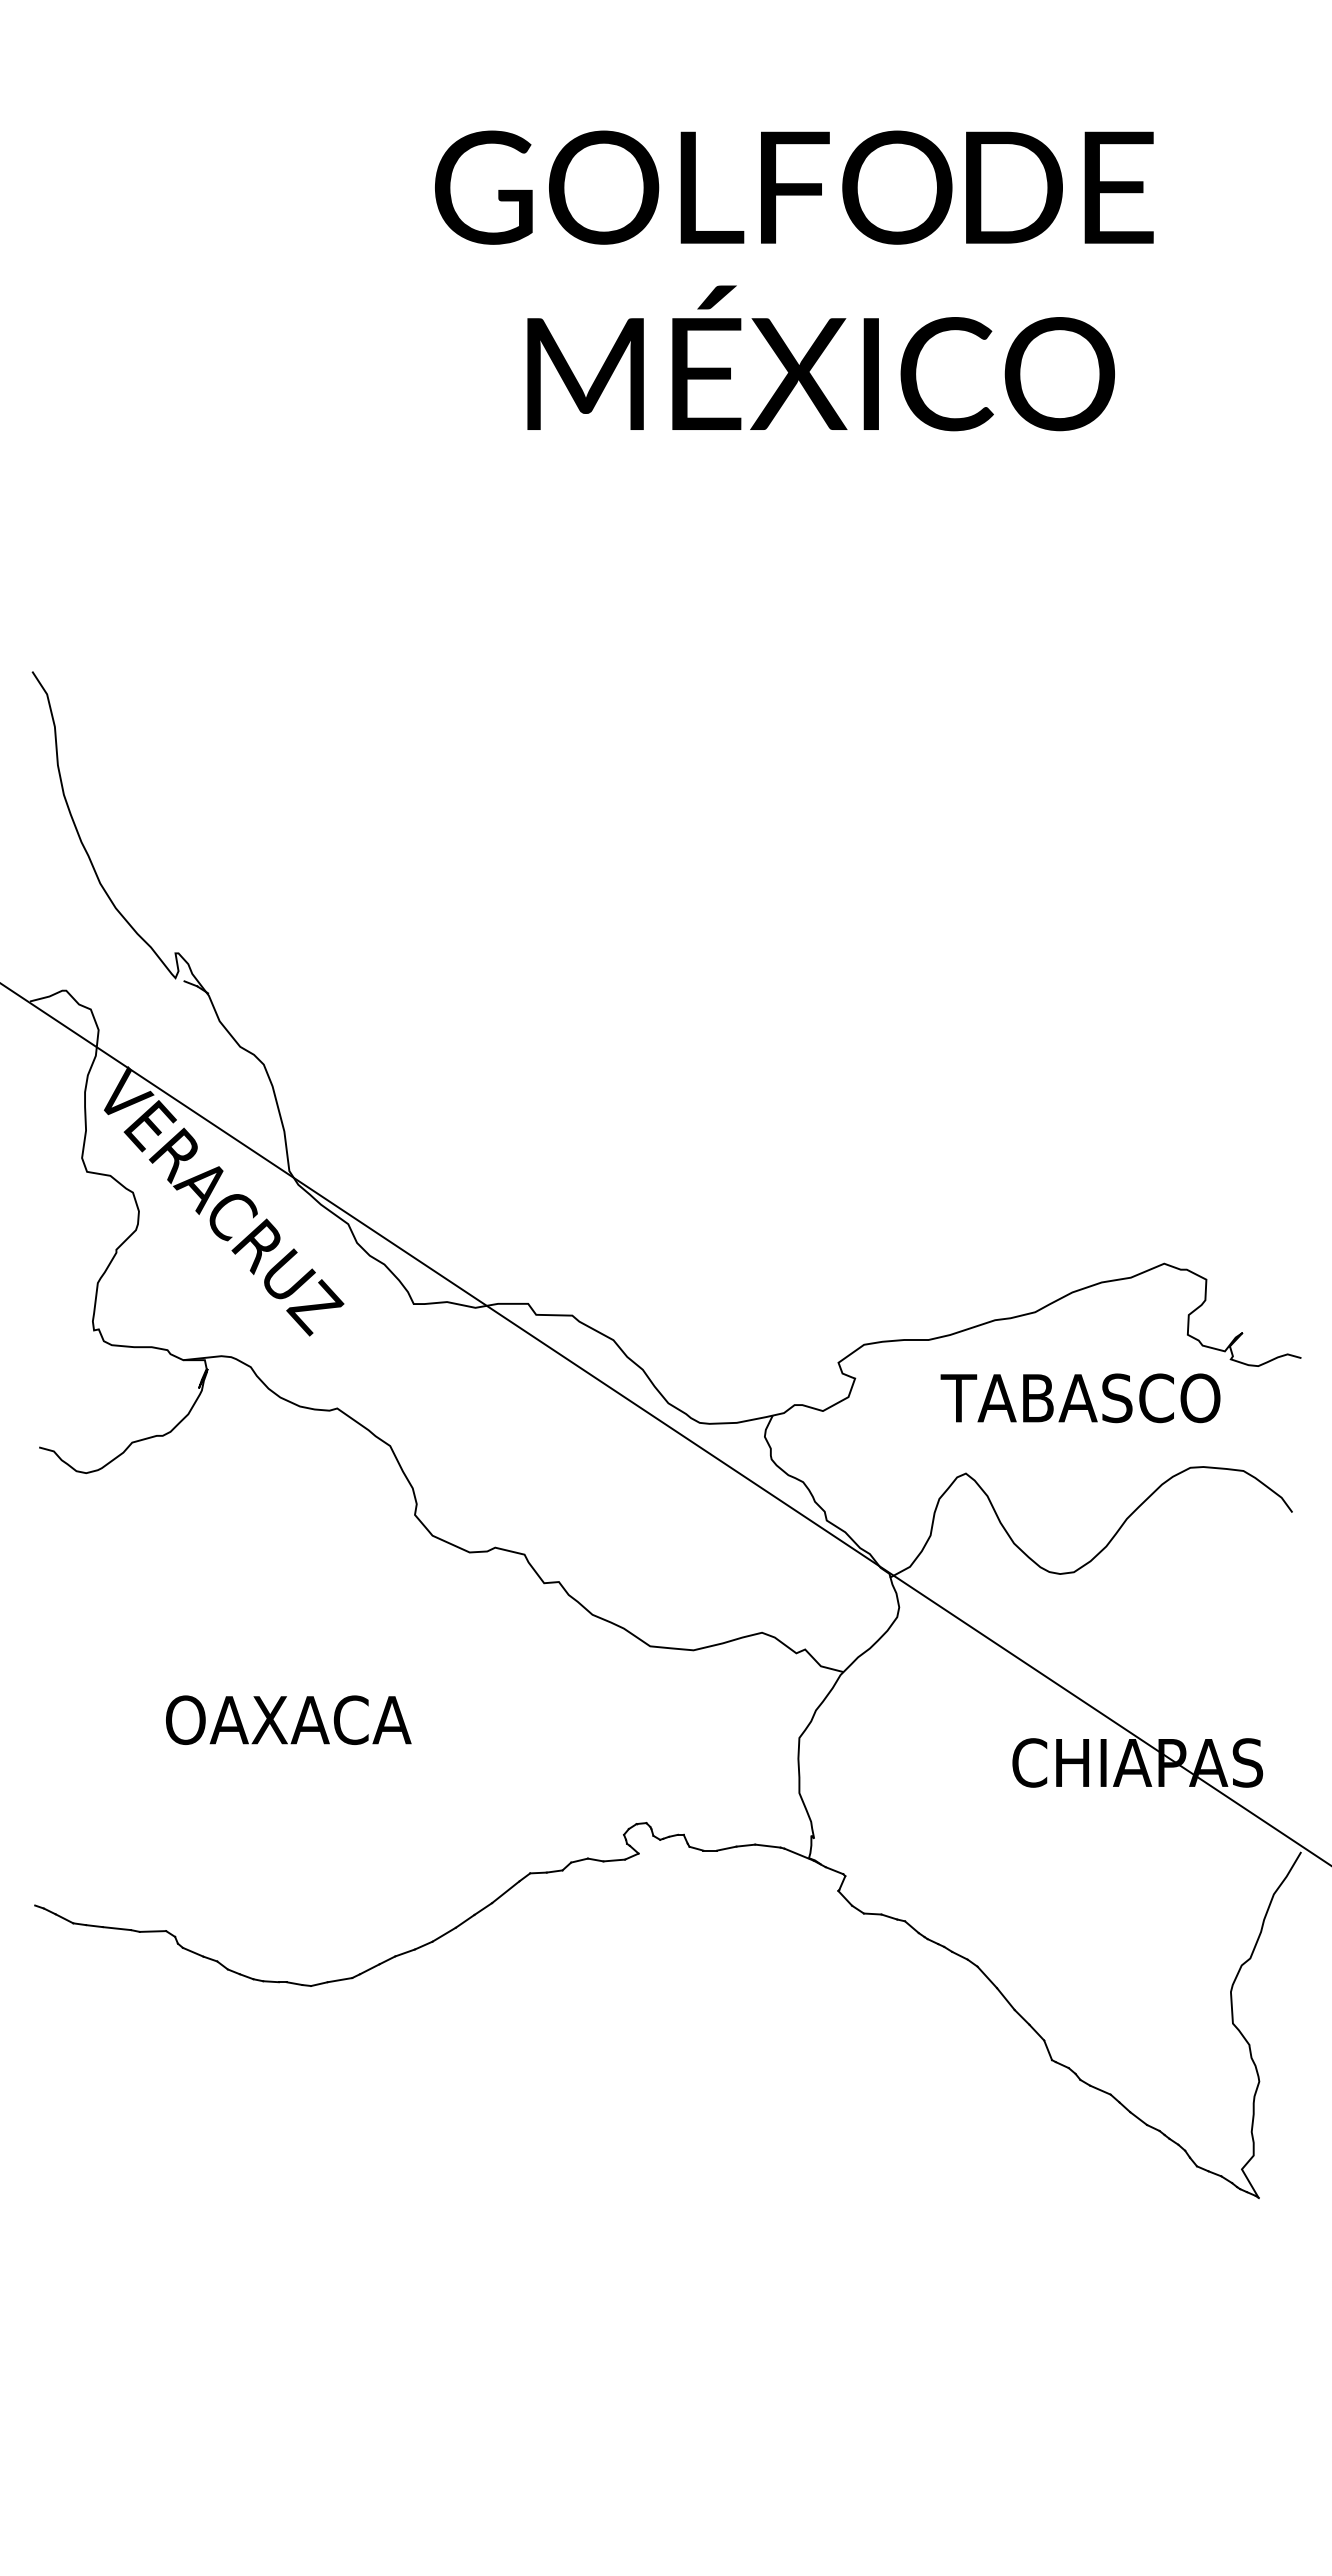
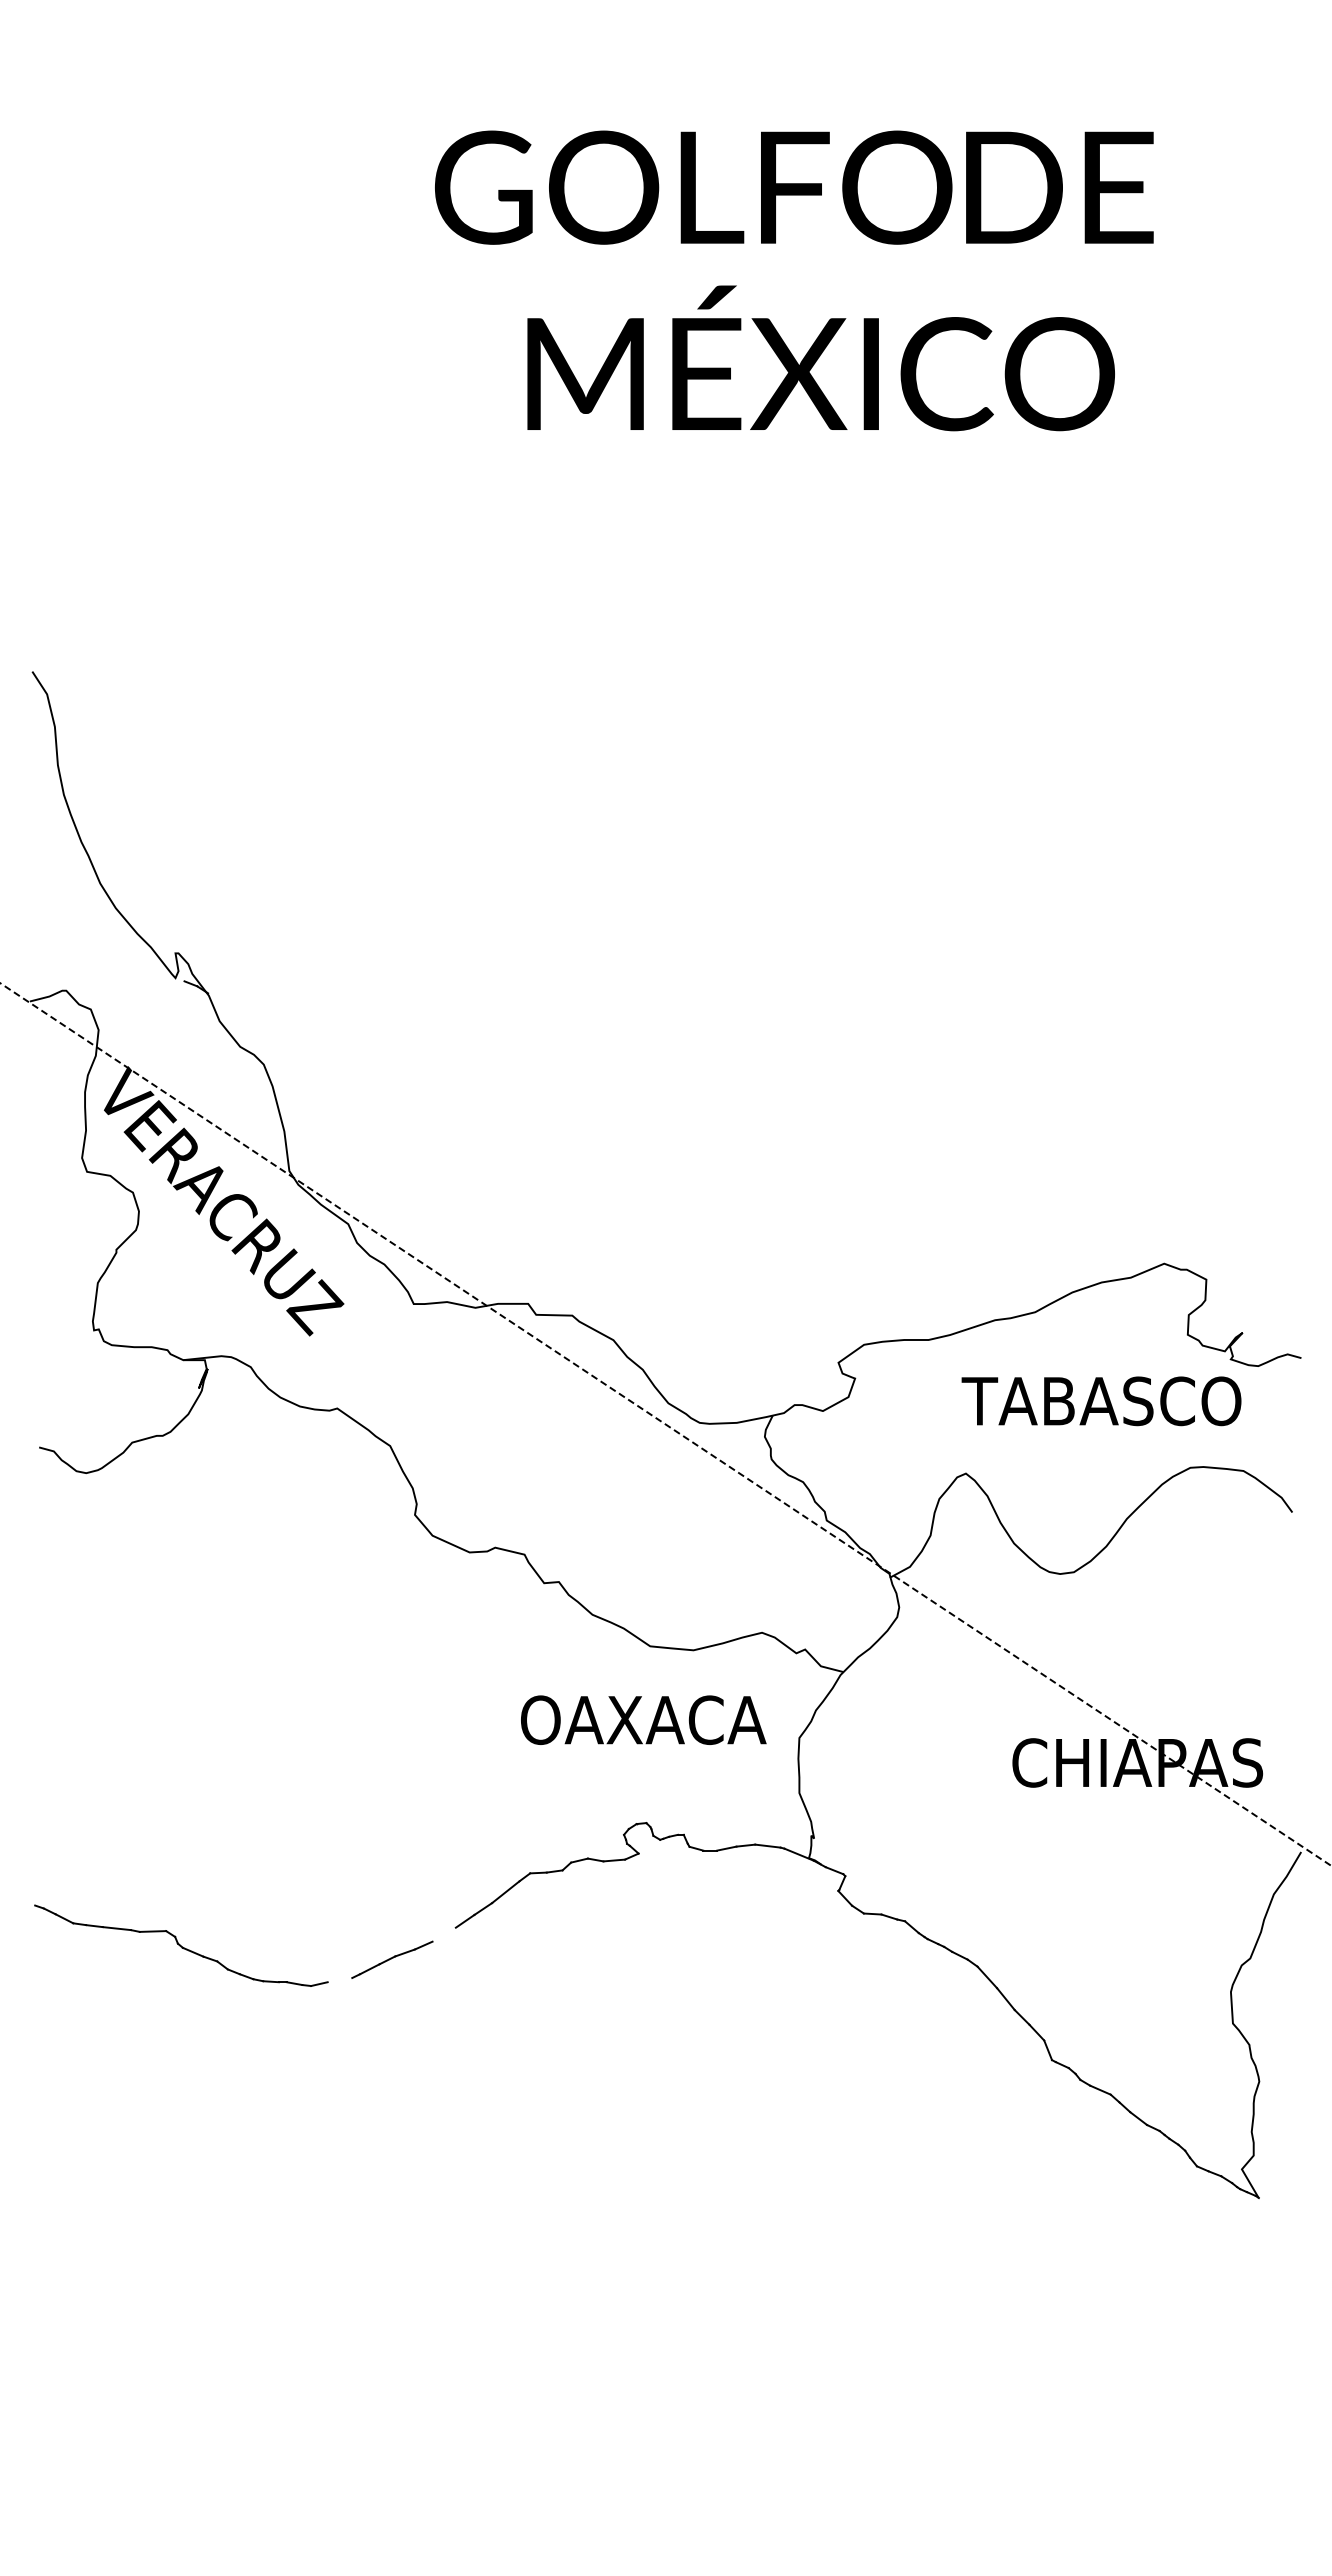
text at (1080, 1398) position: (1080, 1398) -> (1101, 1401)
line at (666, 1424): solid -> dashed
text at (288, 1719) position: (288, 1719) -> (643, 1719)
line at (443, 1934): present -> none
line at (339, 1980): present -> none
